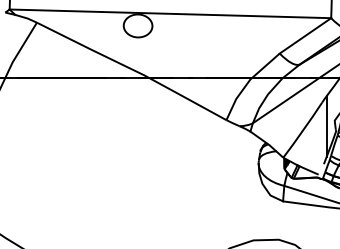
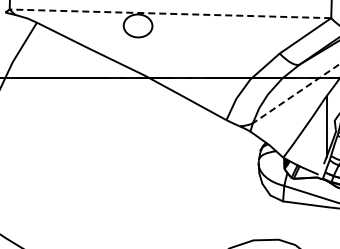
line at (170, 13): solid -> dashed
line at (296, 93): solid -> dashed
